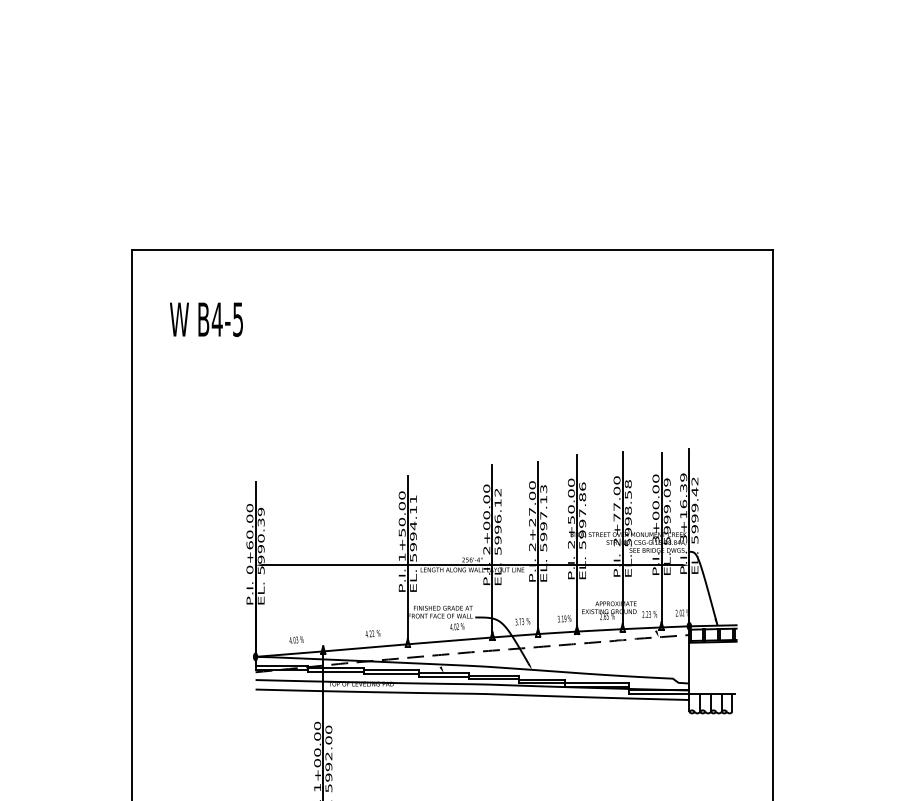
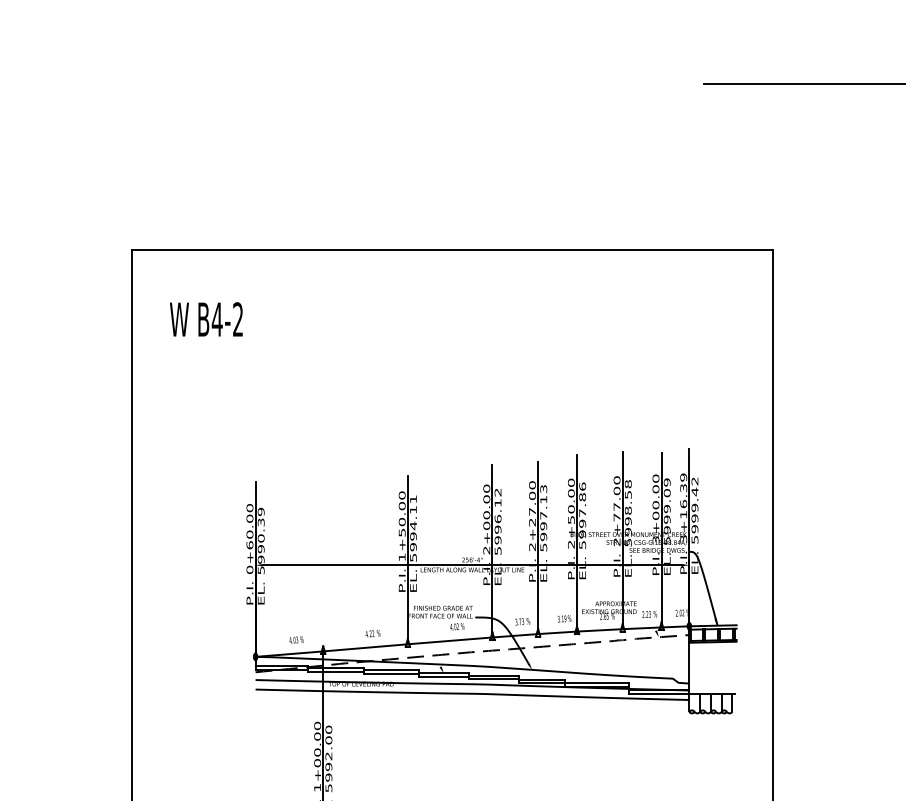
line at (802, 84): none -> present
text at (237, 319): B4-5 -> B4-2
